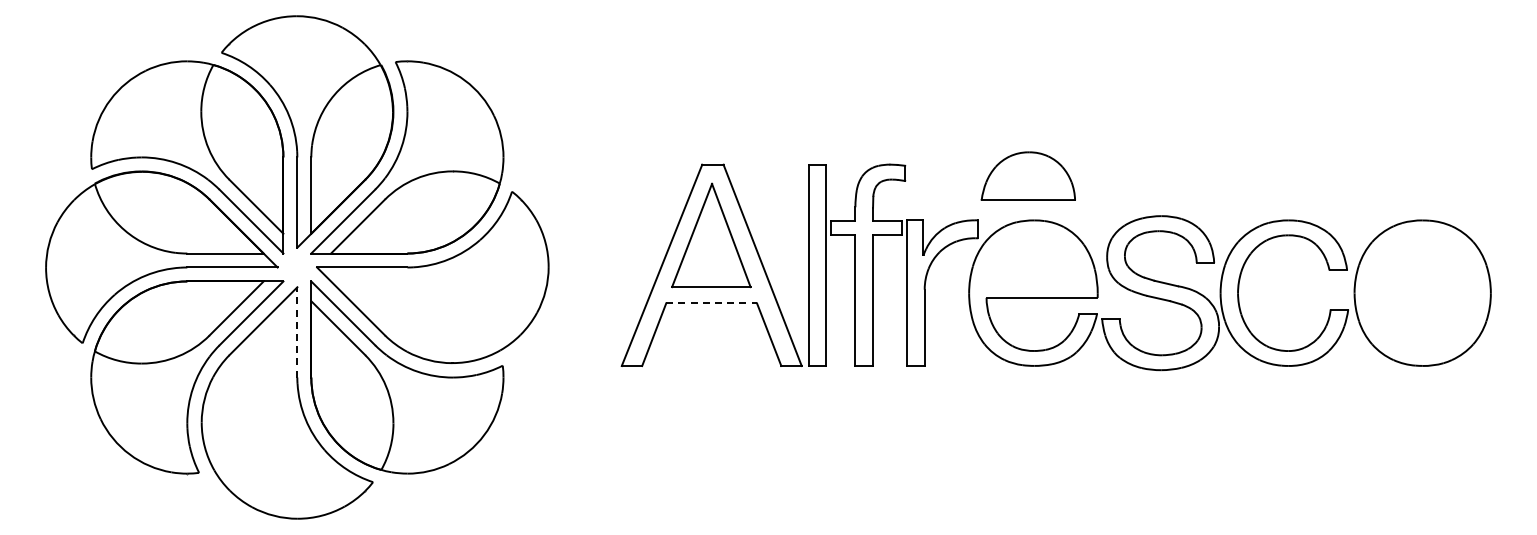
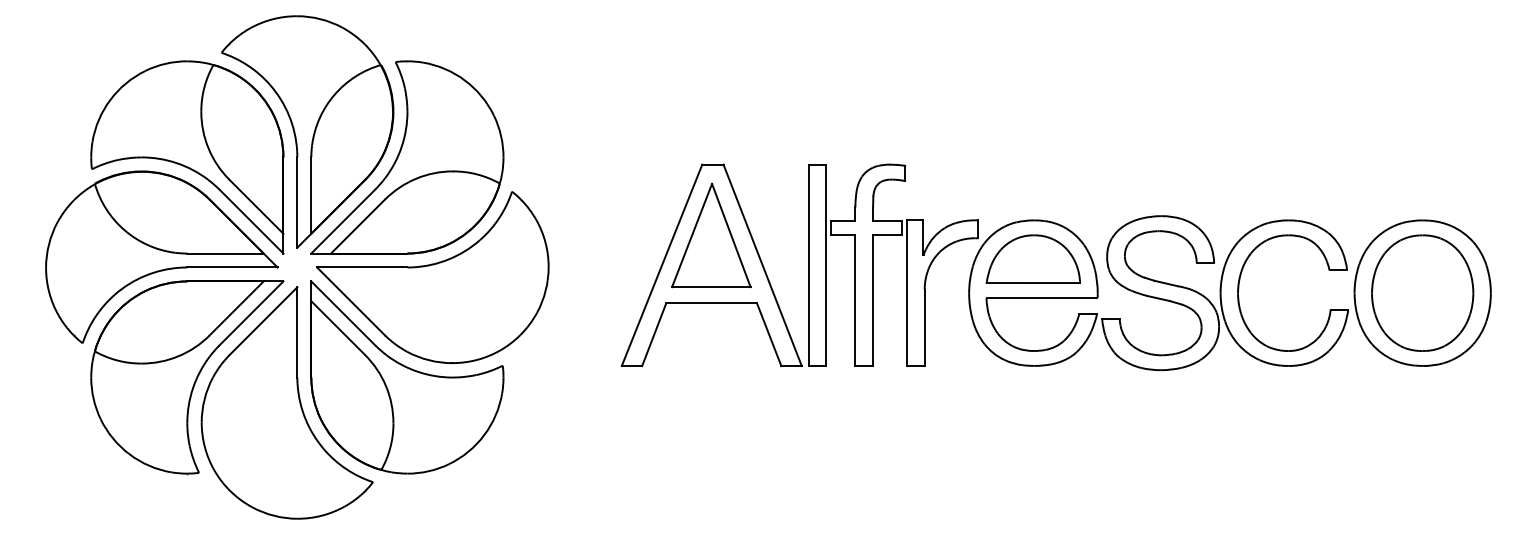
part at (1027, 175) position: (1027, 175) -> (1032, 258)
part at (1422, 292): none -> present
line at (712, 303): dashed -> solid
line at (297, 331): dashed -> solid
